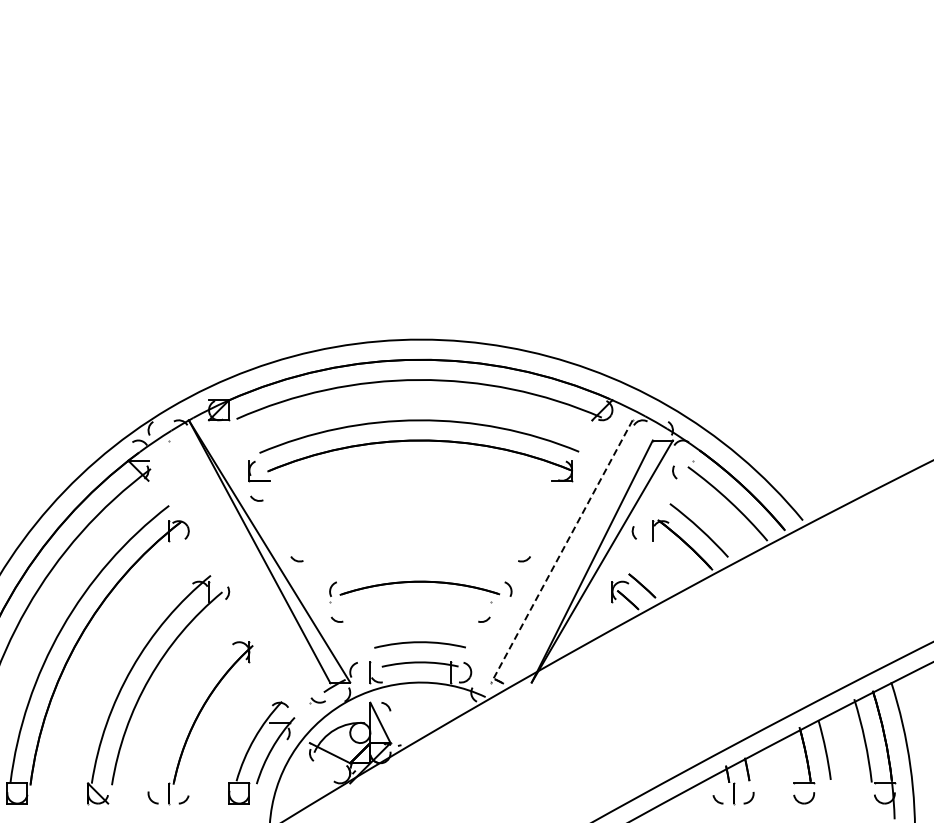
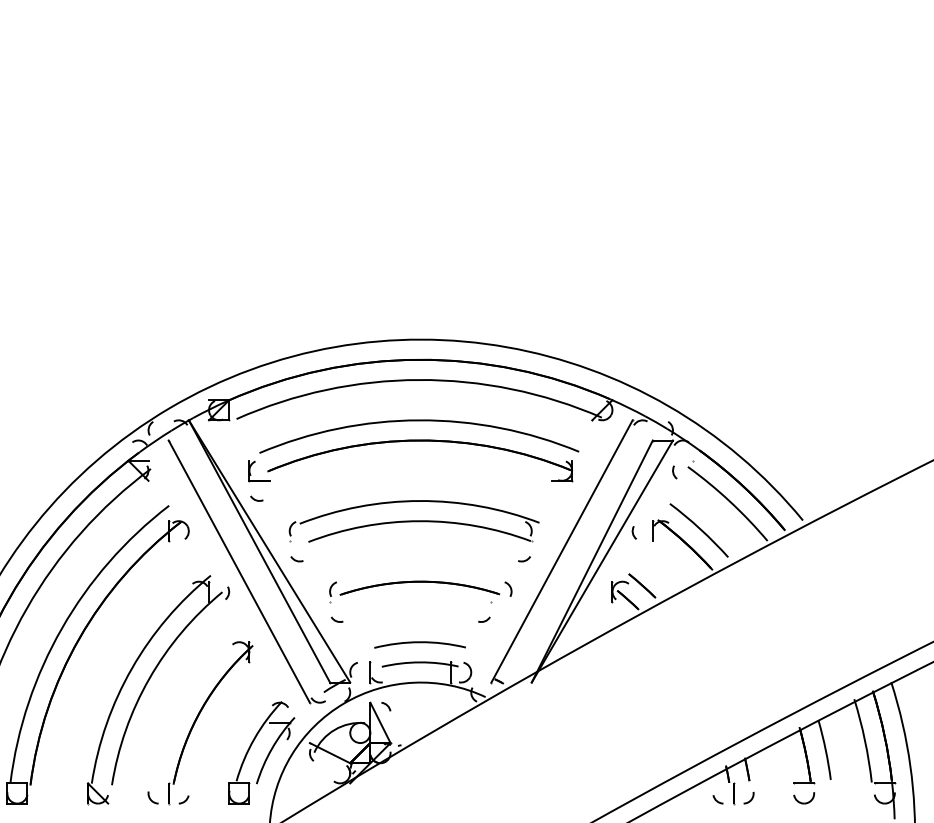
part at (413, 521): none -> present
line at (562, 551): dashed -> solid
line at (238, 571): none -> present
